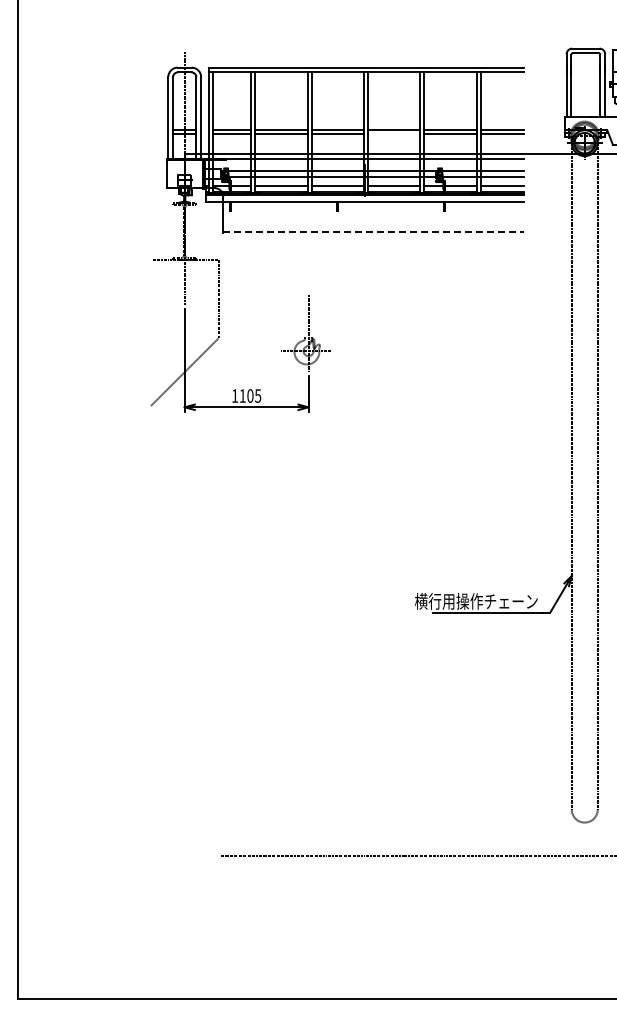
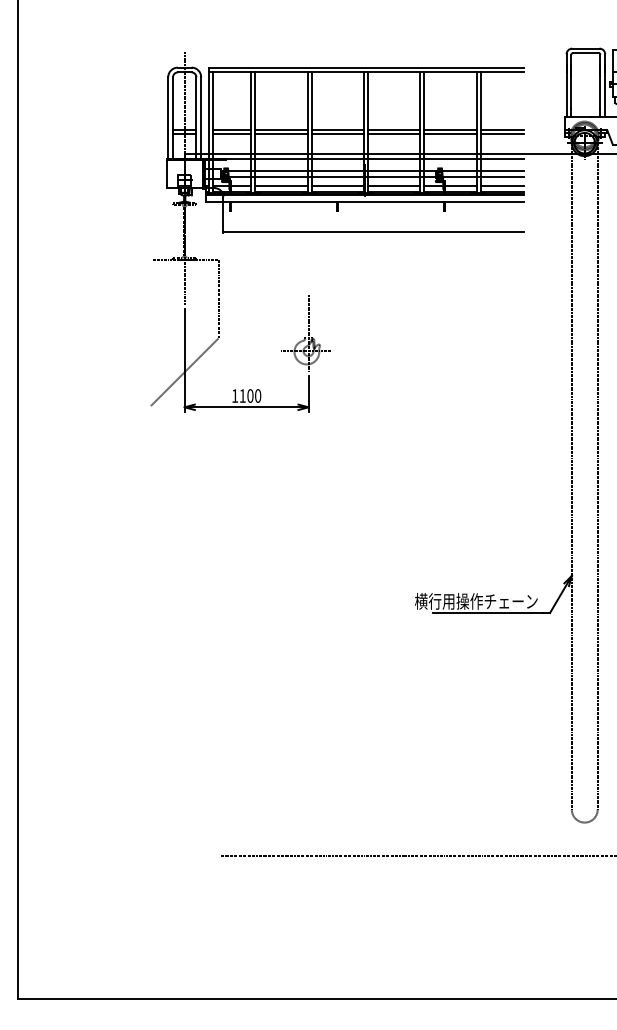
line at (393, 133): none -> present
line at (374, 231): dashed -> solid
text at (257, 395): 1105 -> 1100
